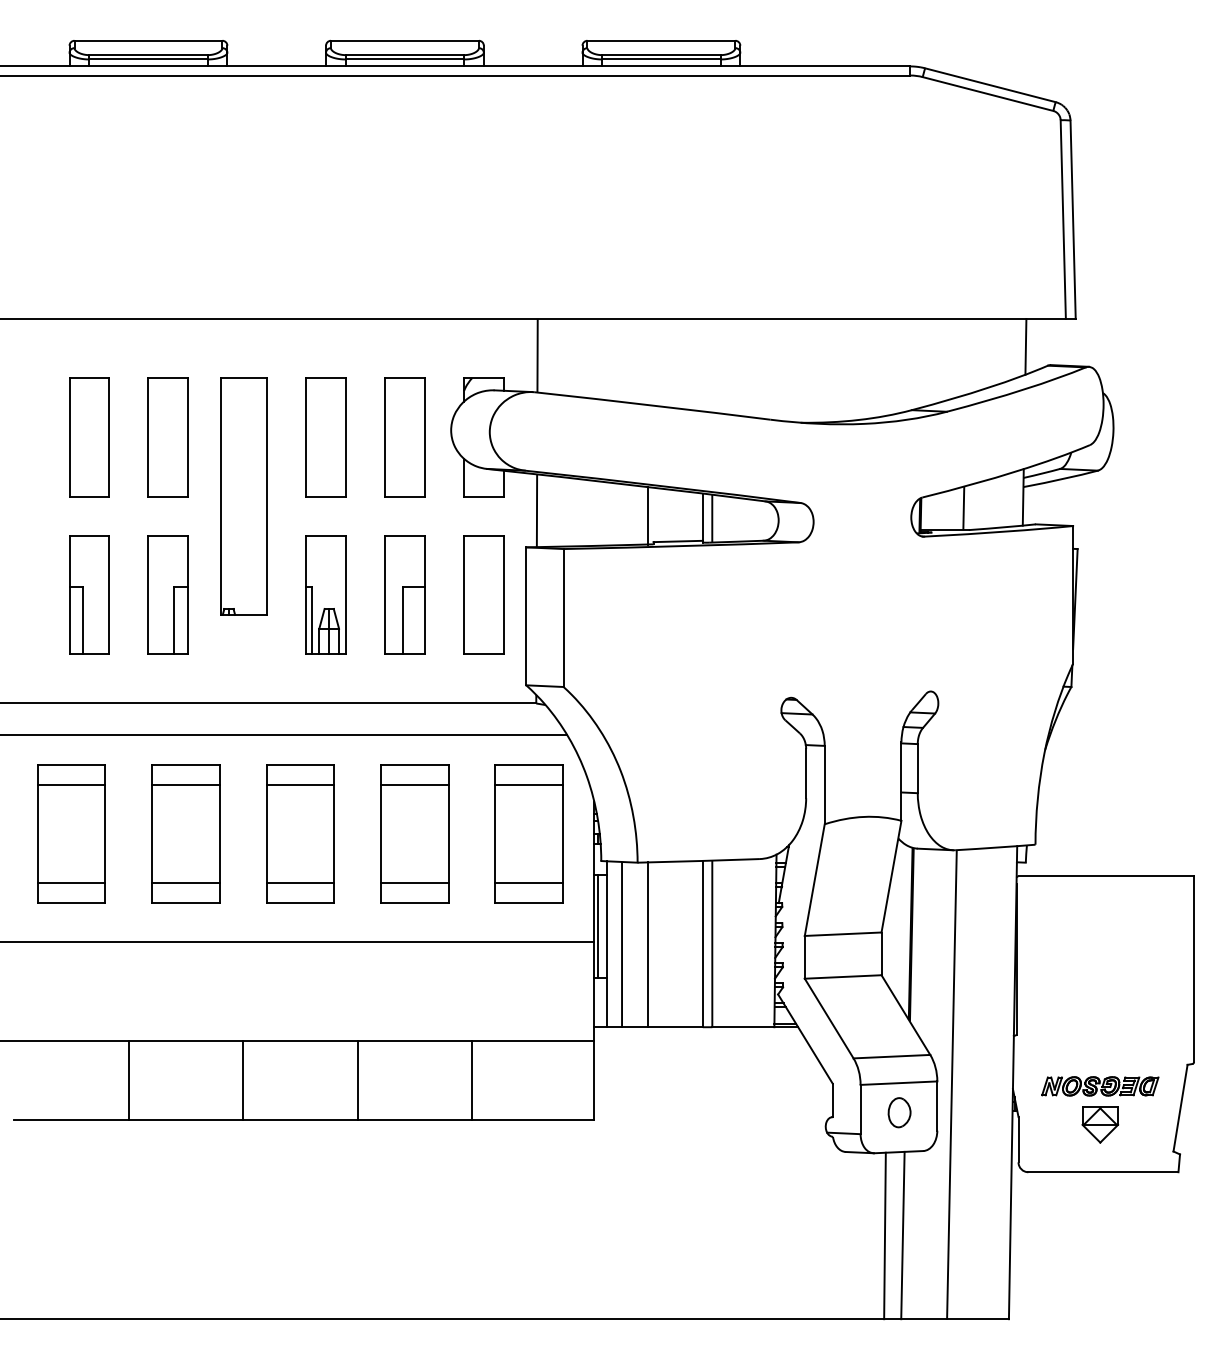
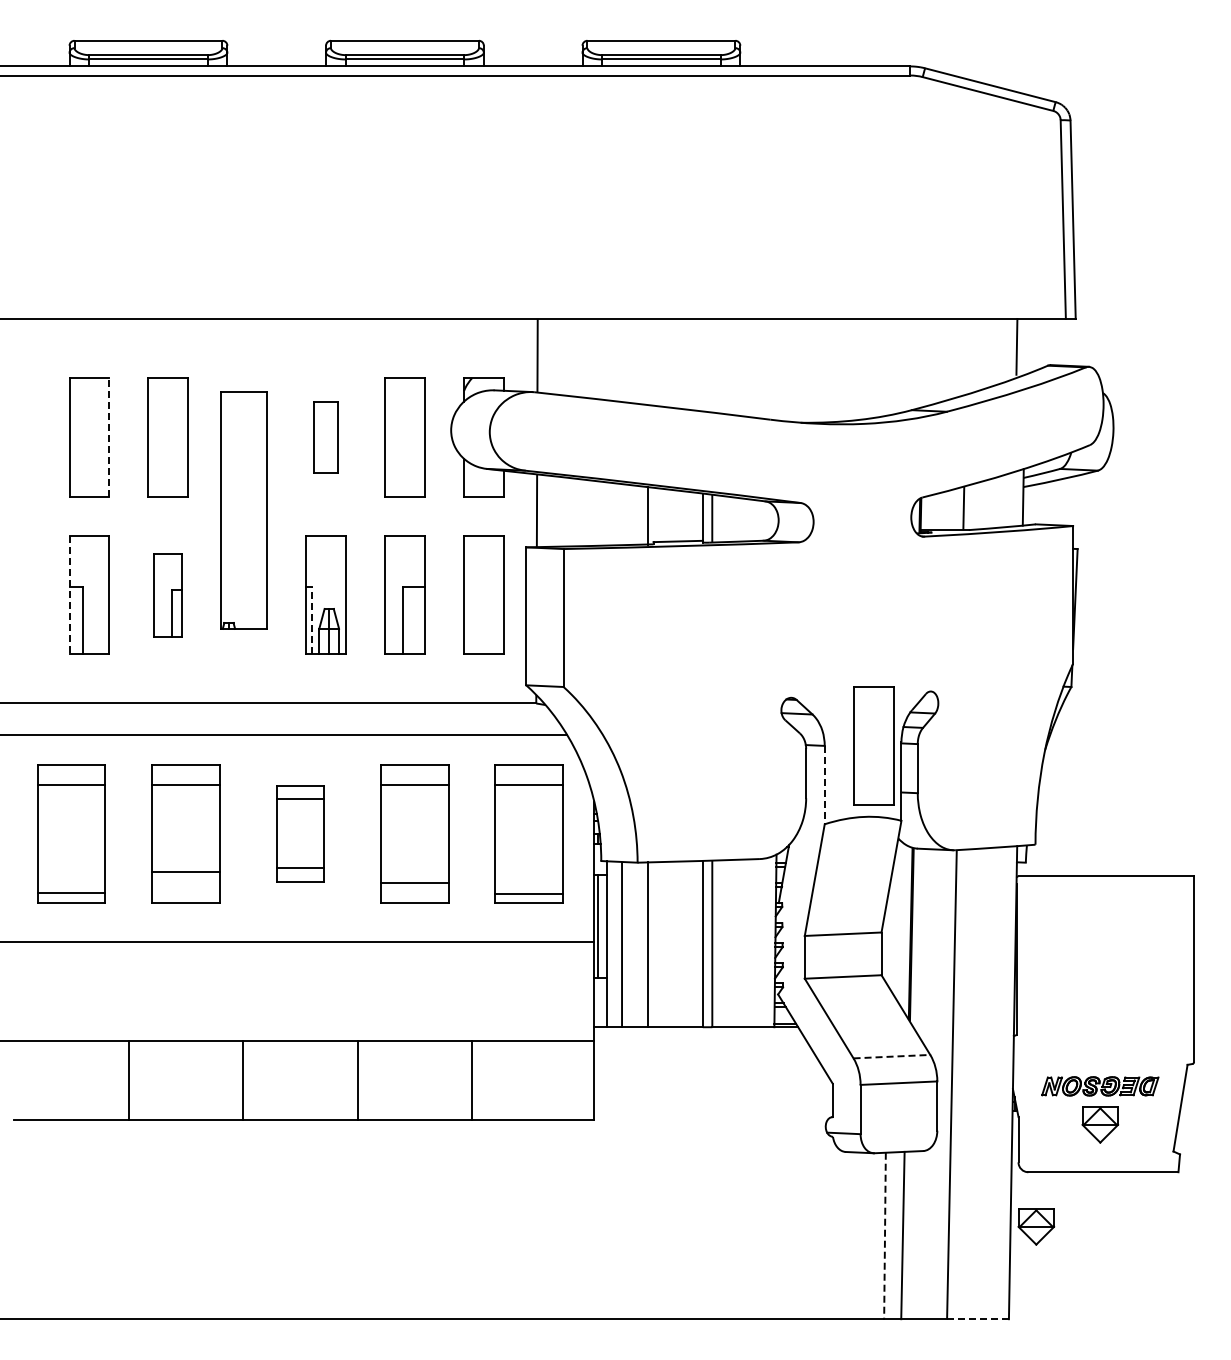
line at (1025, 346) position: (1025, 346) -> (1016, 346)
line at (109, 436): solid -> dashed
part at (325, 437) size: 42x121 px -> 26x73 px
part at (243, 496) position: (243, 496) -> (243, 510)
part at (167, 594) size: 42x120 px -> 30x85 px
line at (69, 595): solid -> dashed
line at (312, 620): solid -> dashed
part at (873, 745): none -> present
line at (824, 785): solid -> dashed
part at (300, 833) size: 69x140 px -> 49x98 px
line at (71, 883) position: (71, 883) -> (71, 893)
line at (185, 883) position: (185, 883) -> (185, 872)
line at (529, 883) position: (529, 883) -> (529, 894)
line at (892, 1056): solid -> dashed
part at (899, 1112): present -> none
part at (1036, 1226): none -> present
line at (884, 1236): solid -> dashed
line at (978, 1319): solid -> dashed
